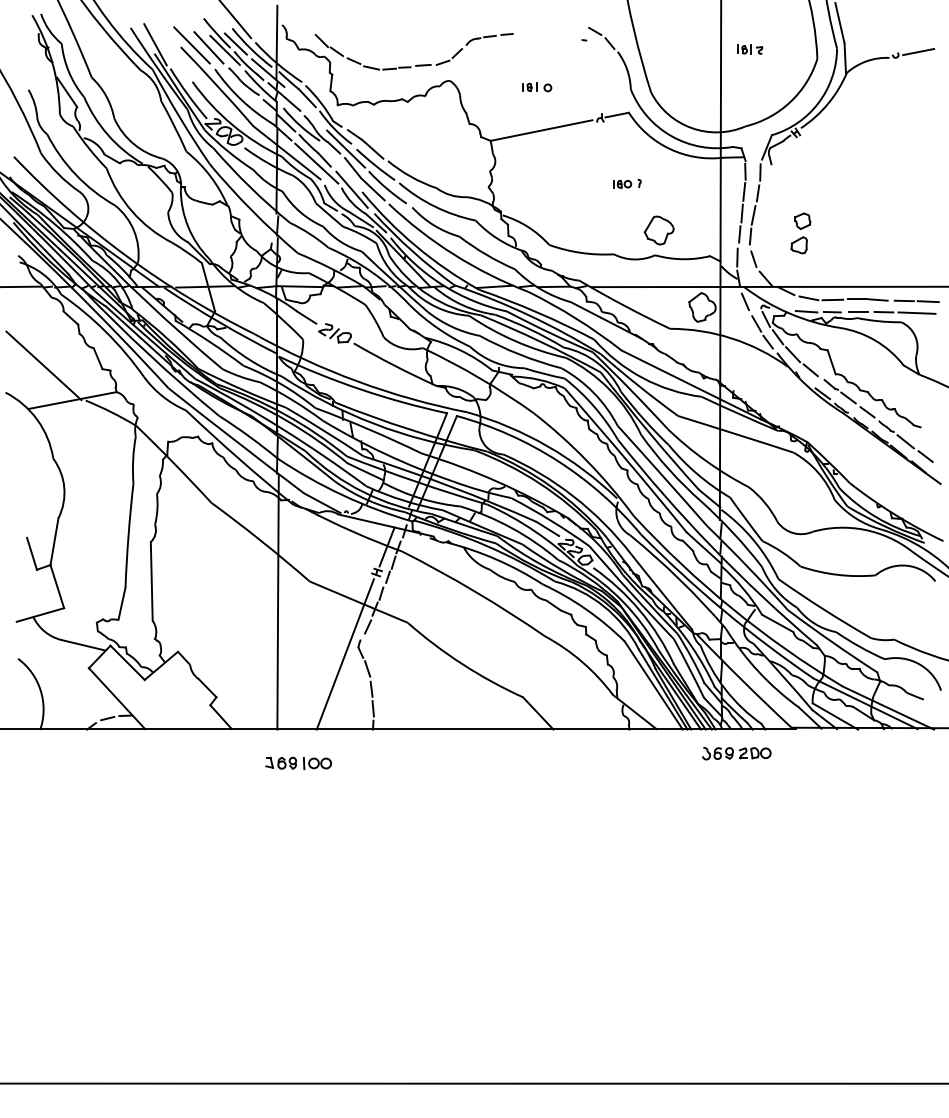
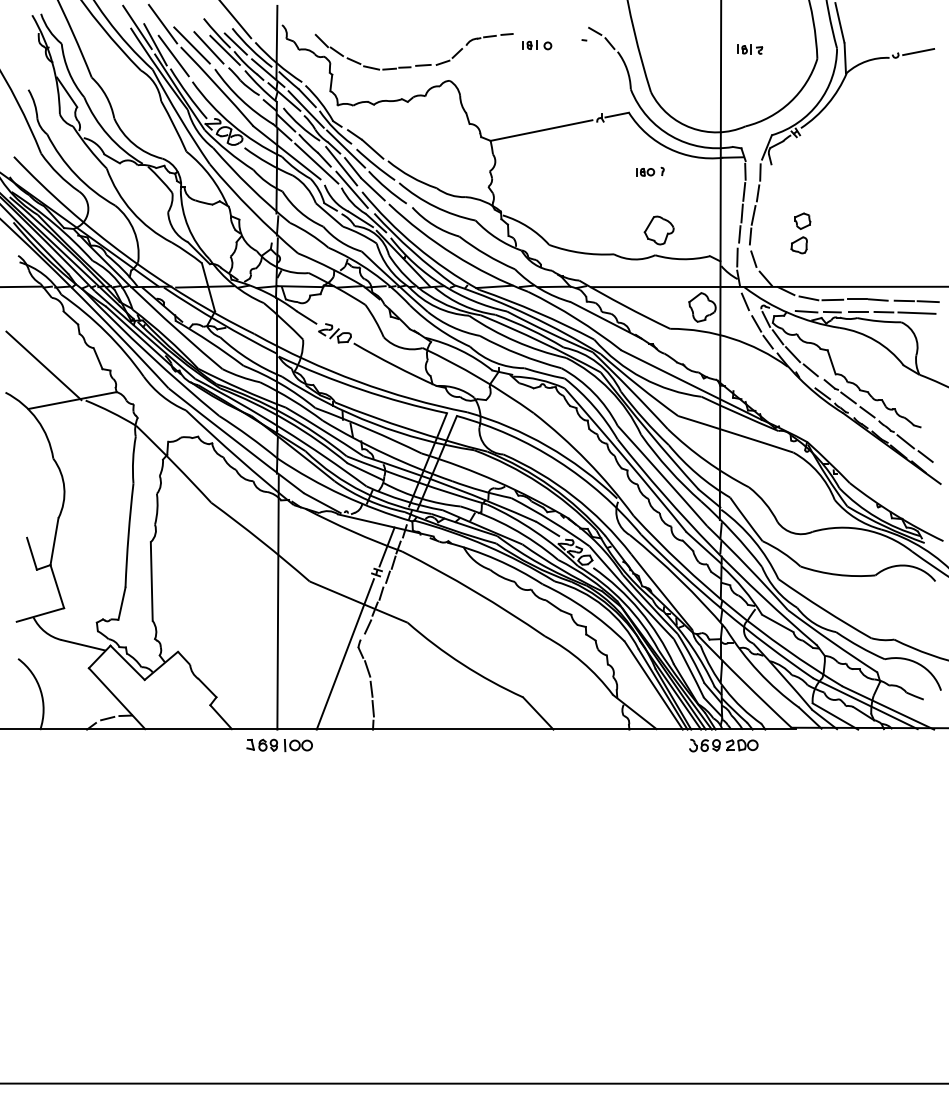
line at (162, 23): none -> present
line at (137, 27): none -> present
line at (173, 55): none -> present
part at (537, 87) position: (537, 87) -> (537, 45)
line at (305, 109): none -> present
line at (341, 165): none -> present
part at (627, 183) position: (627, 183) -> (650, 171)
part at (736, 753) position: (736, 753) -> (723, 745)
part at (298, 763) position: (298, 763) -> (279, 745)
